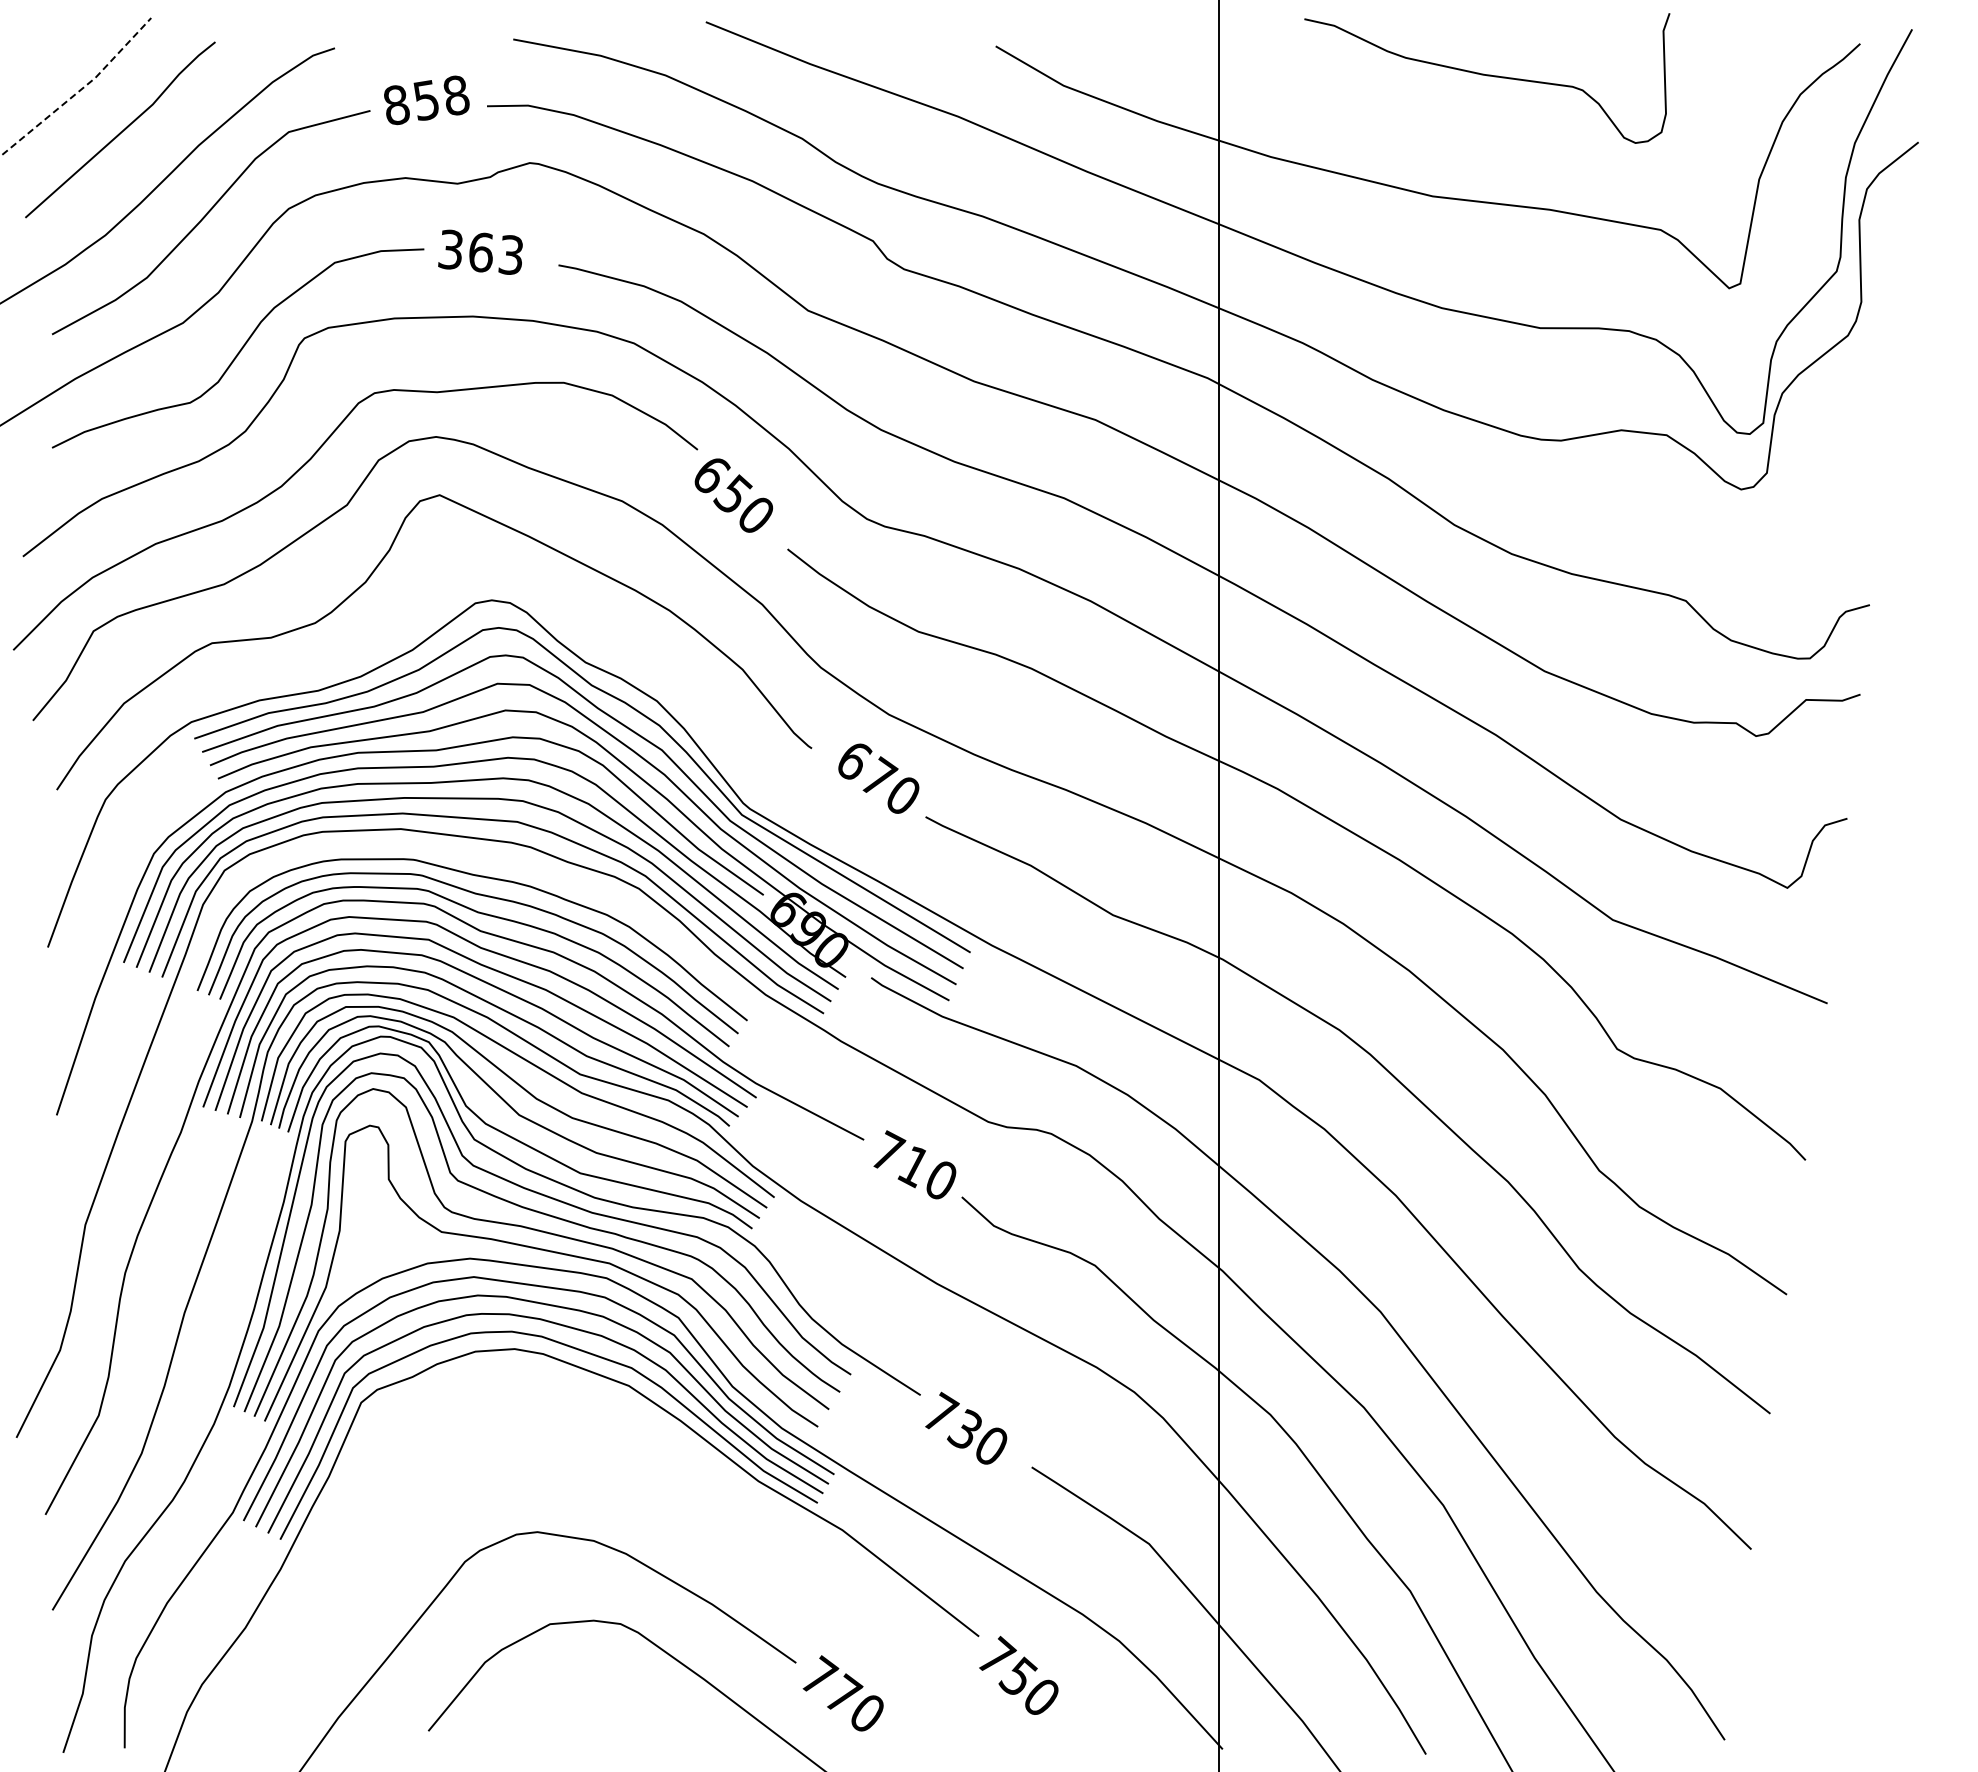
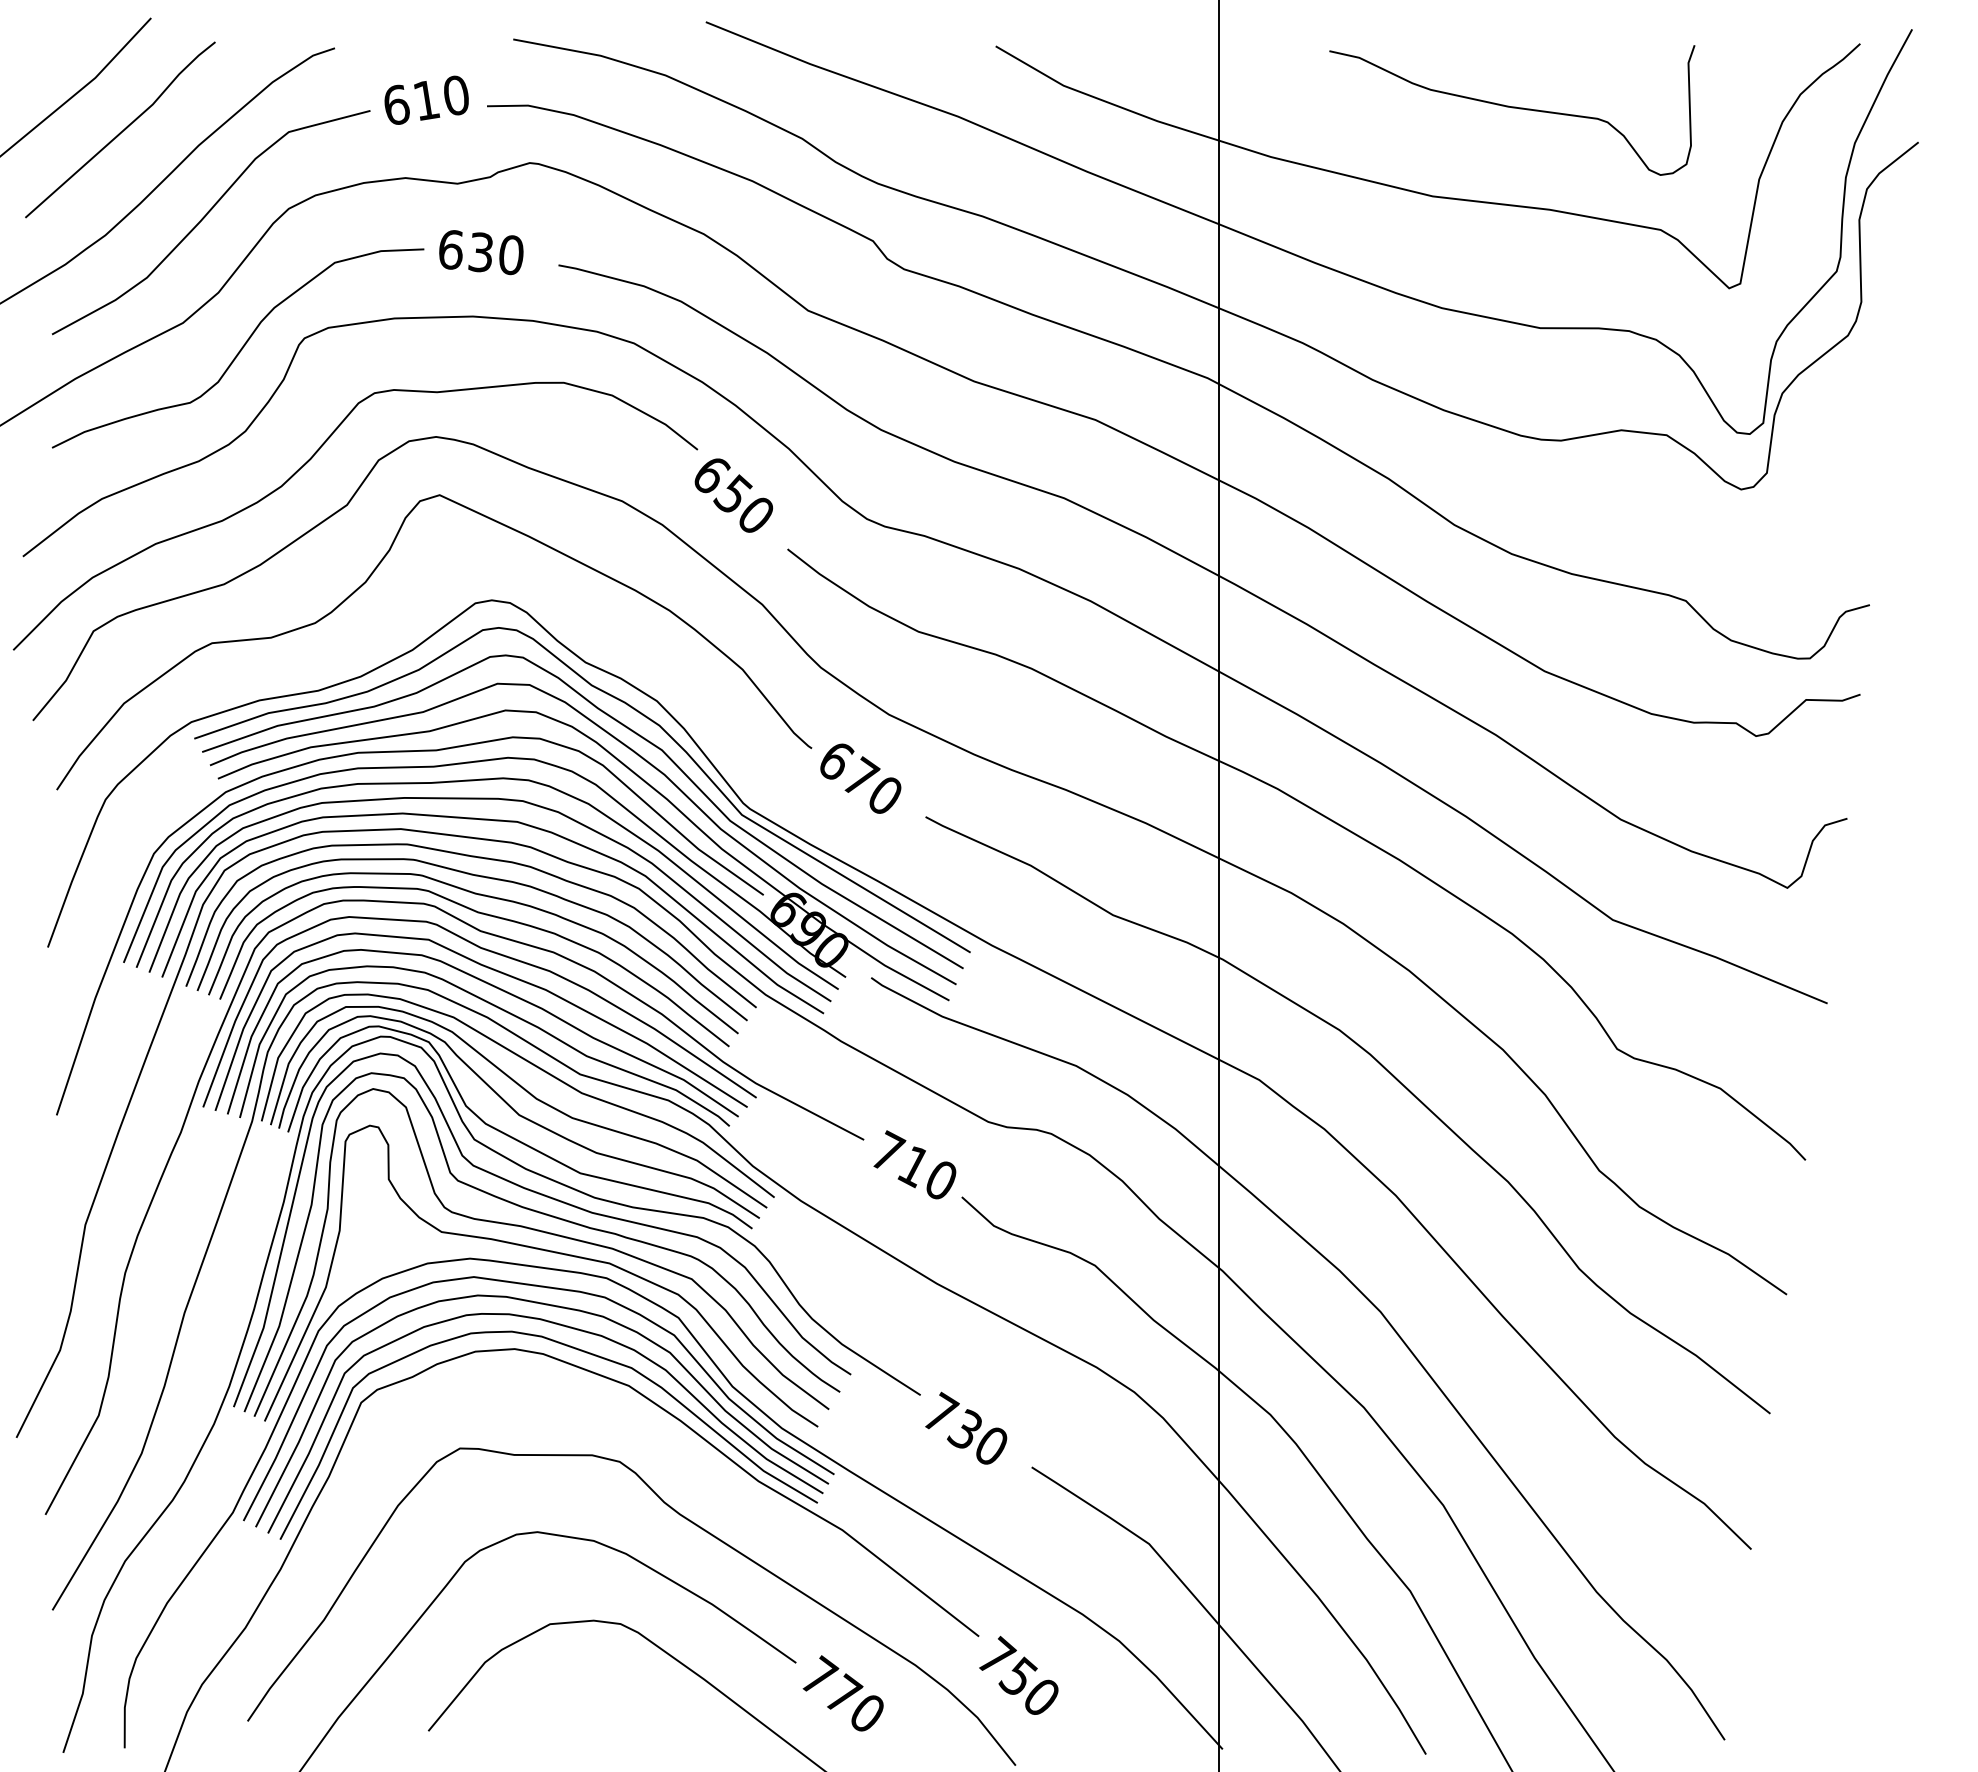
curve at (1487, 76) position: (1487, 76) -> (1512, 108)
line at (80, 90): dashed -> solid
text at (426, 100): 858 -> 610
text at (480, 252): 363 -> 630
text at (878, 778) position: (878, 778) -> (860, 778)
curve at (484, 859): none -> present
curve at (685, 1519): none -> present
